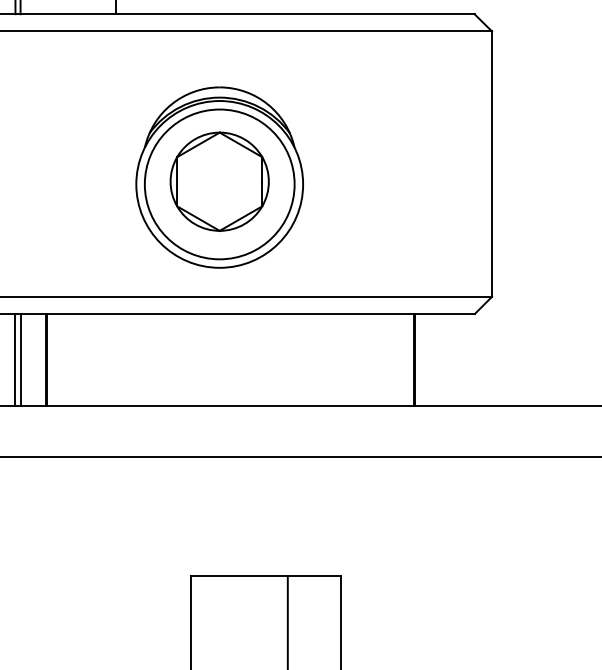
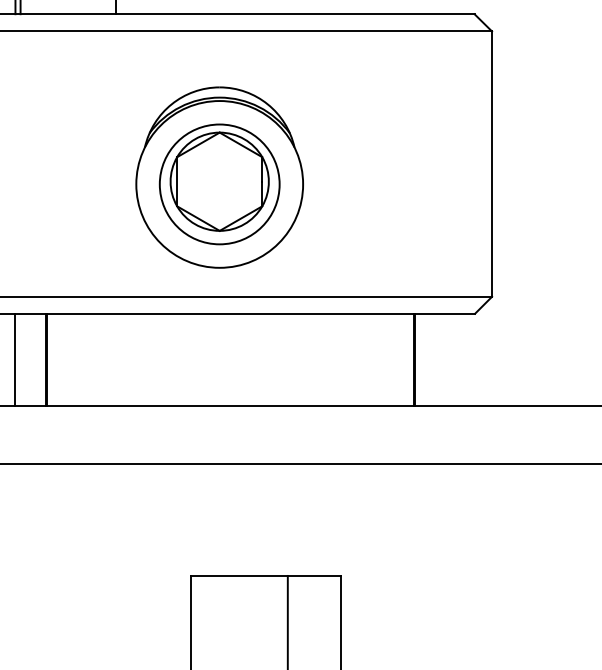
circle at (219, 184) diameter: 150 px -> 120 px
line at (20, 359): present -> none
line at (300, 456) position: (300, 456) -> (300, 463)
